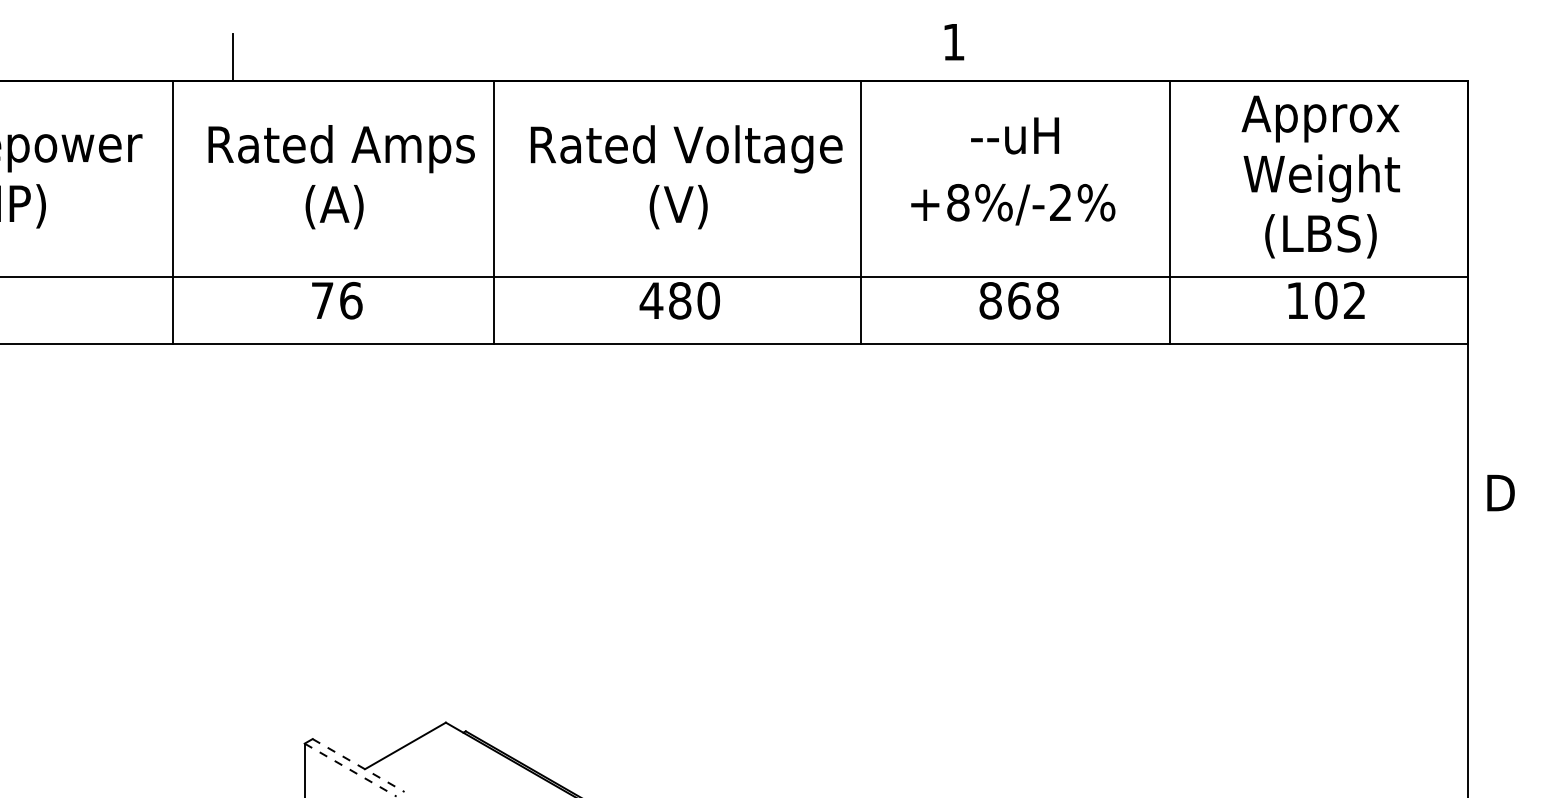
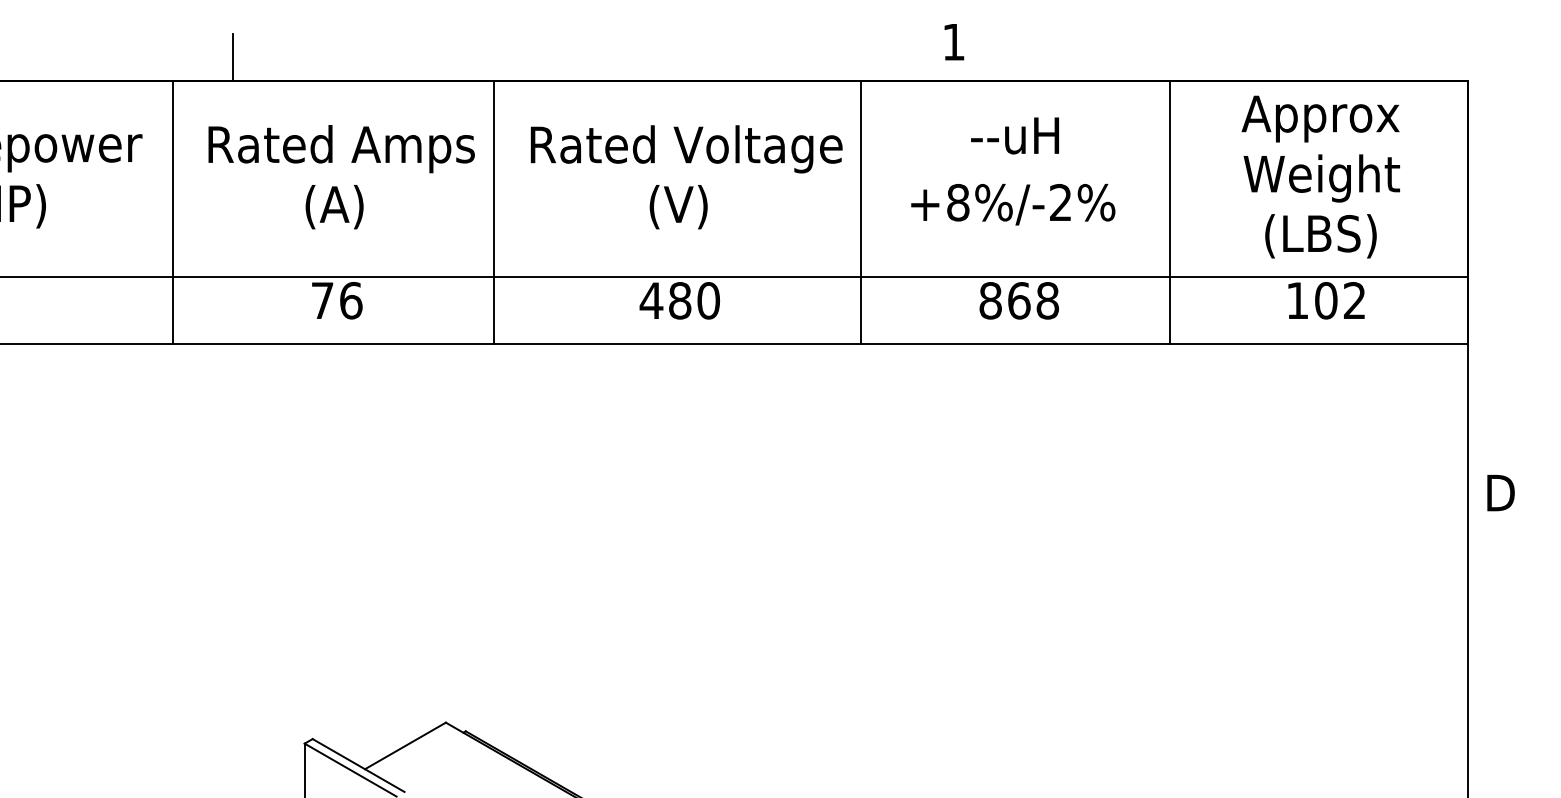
line at (359, 765): dashed -> solid
line at (351, 770): dashed -> solid
